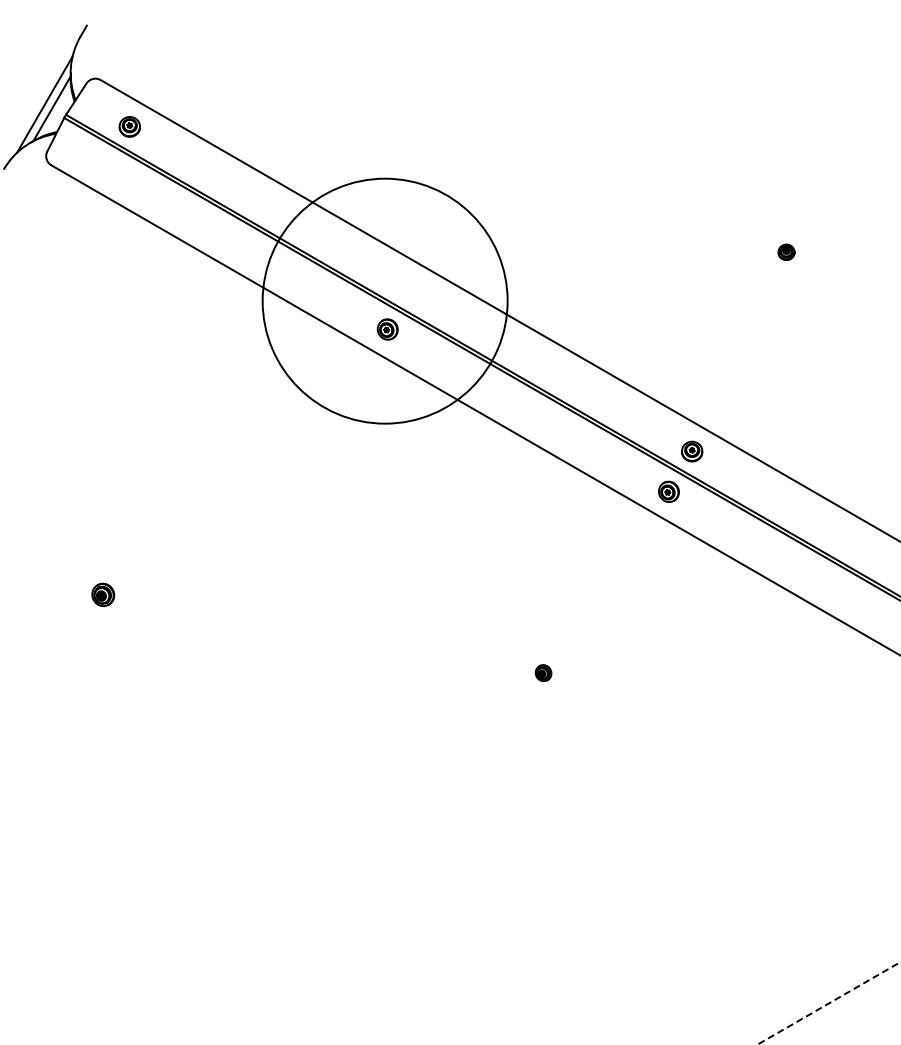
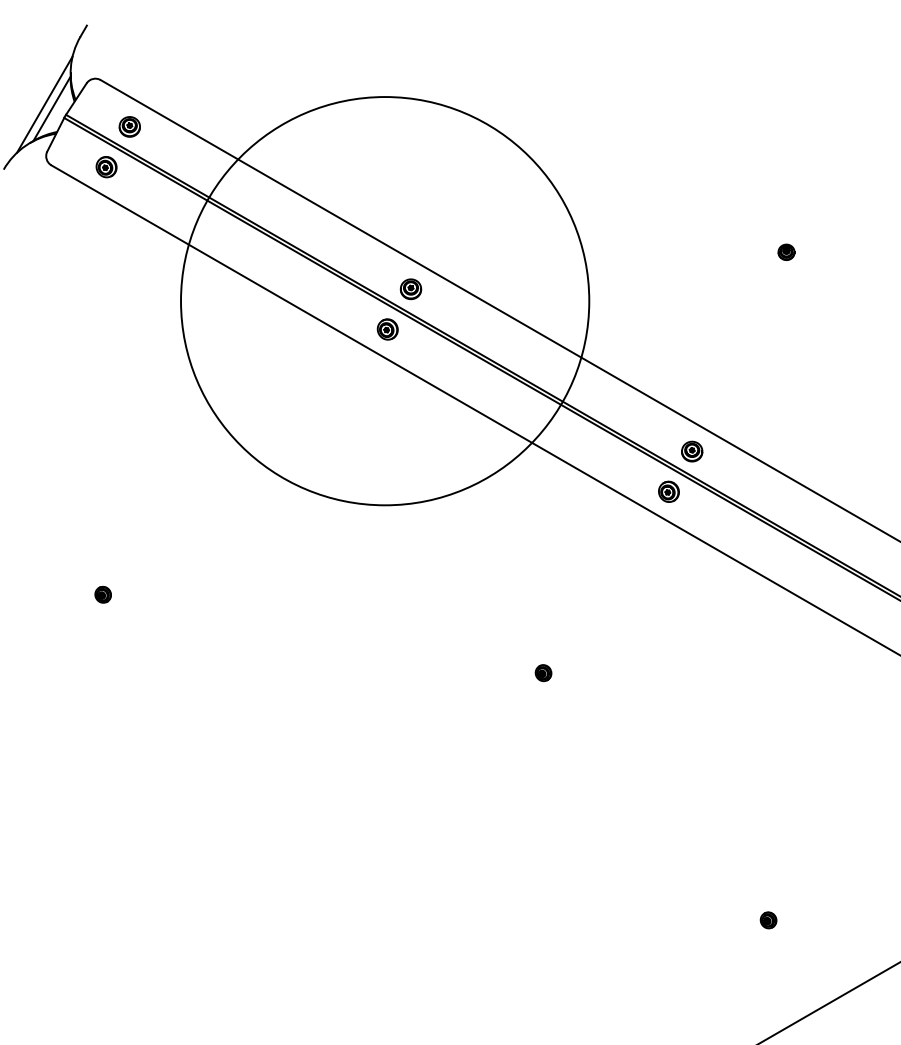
part at (106, 167): none -> present
part at (410, 289): none -> present
circle at (384, 300) diameter: 245 px -> 408 px
part at (103, 594) size: 25x25 px -> 18x19 px
part at (768, 920): none -> present
line at (829, 1003): dashed -> solid
